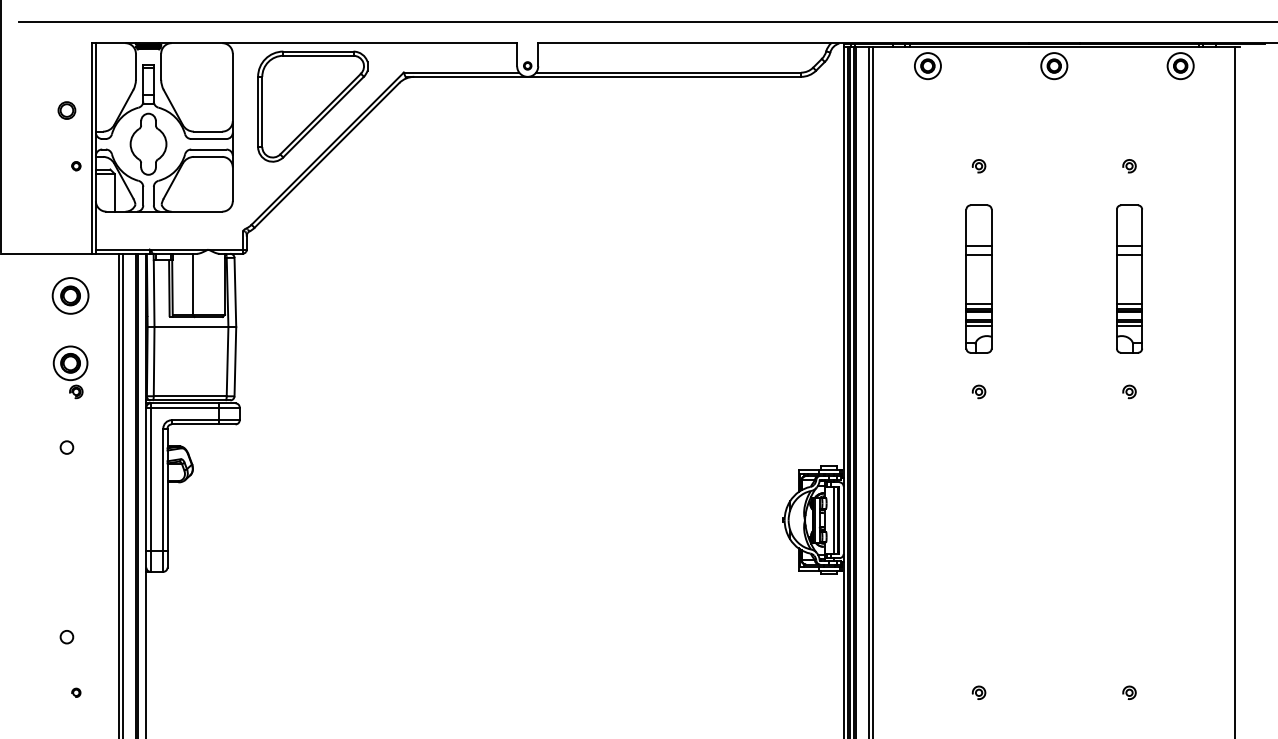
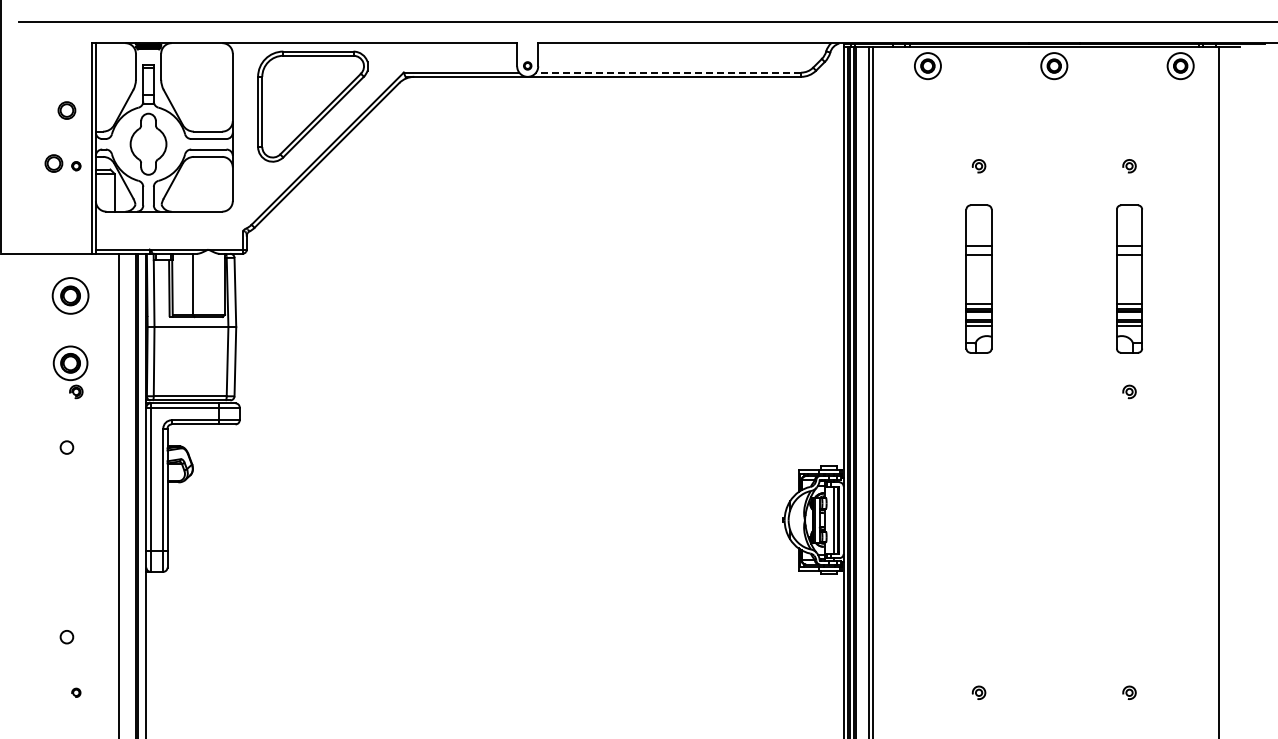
line at (668, 72): solid -> dashed
part at (53, 163): none -> present
part at (978, 391): present -> none
line at (1235, 391) position: (1235, 391) -> (1219, 391)
line at (123, 494): present -> none
